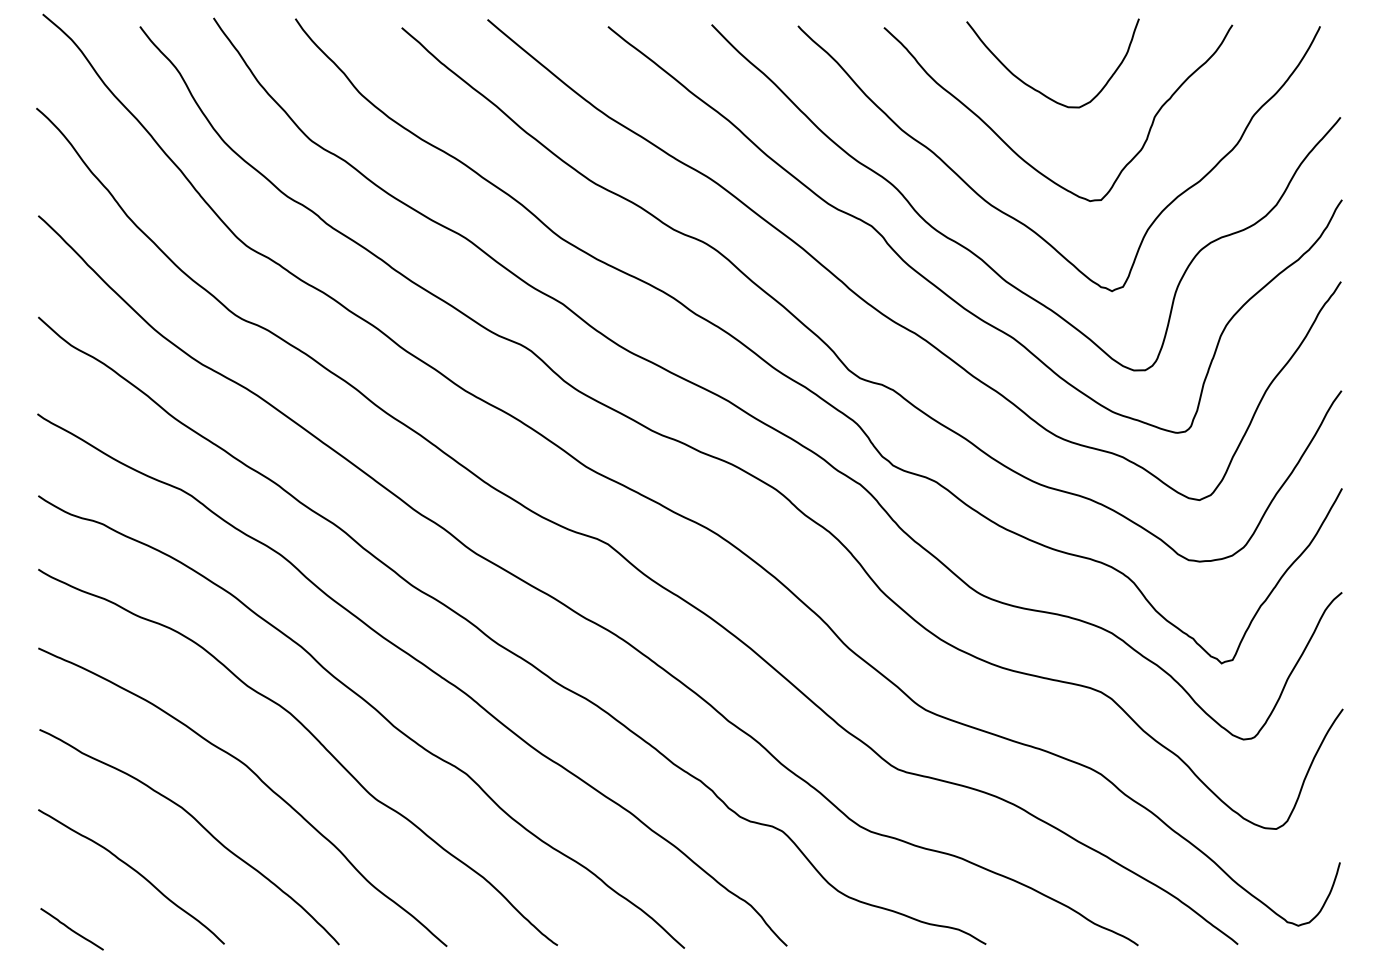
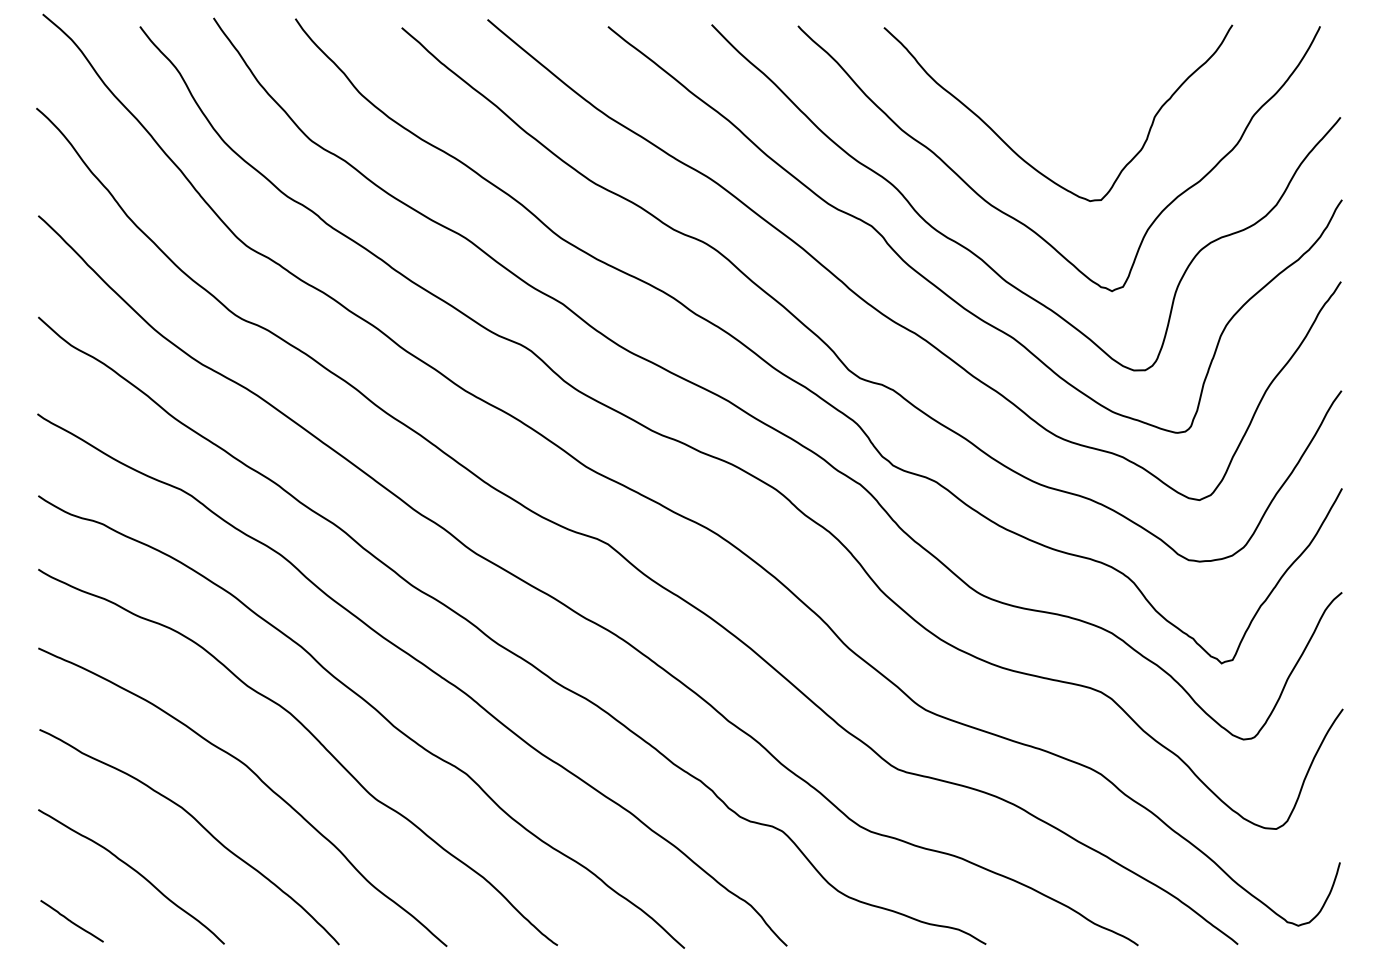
curve at (1038, 90): present -> none
curve at (71, 929) position: (71, 929) -> (71, 921)
